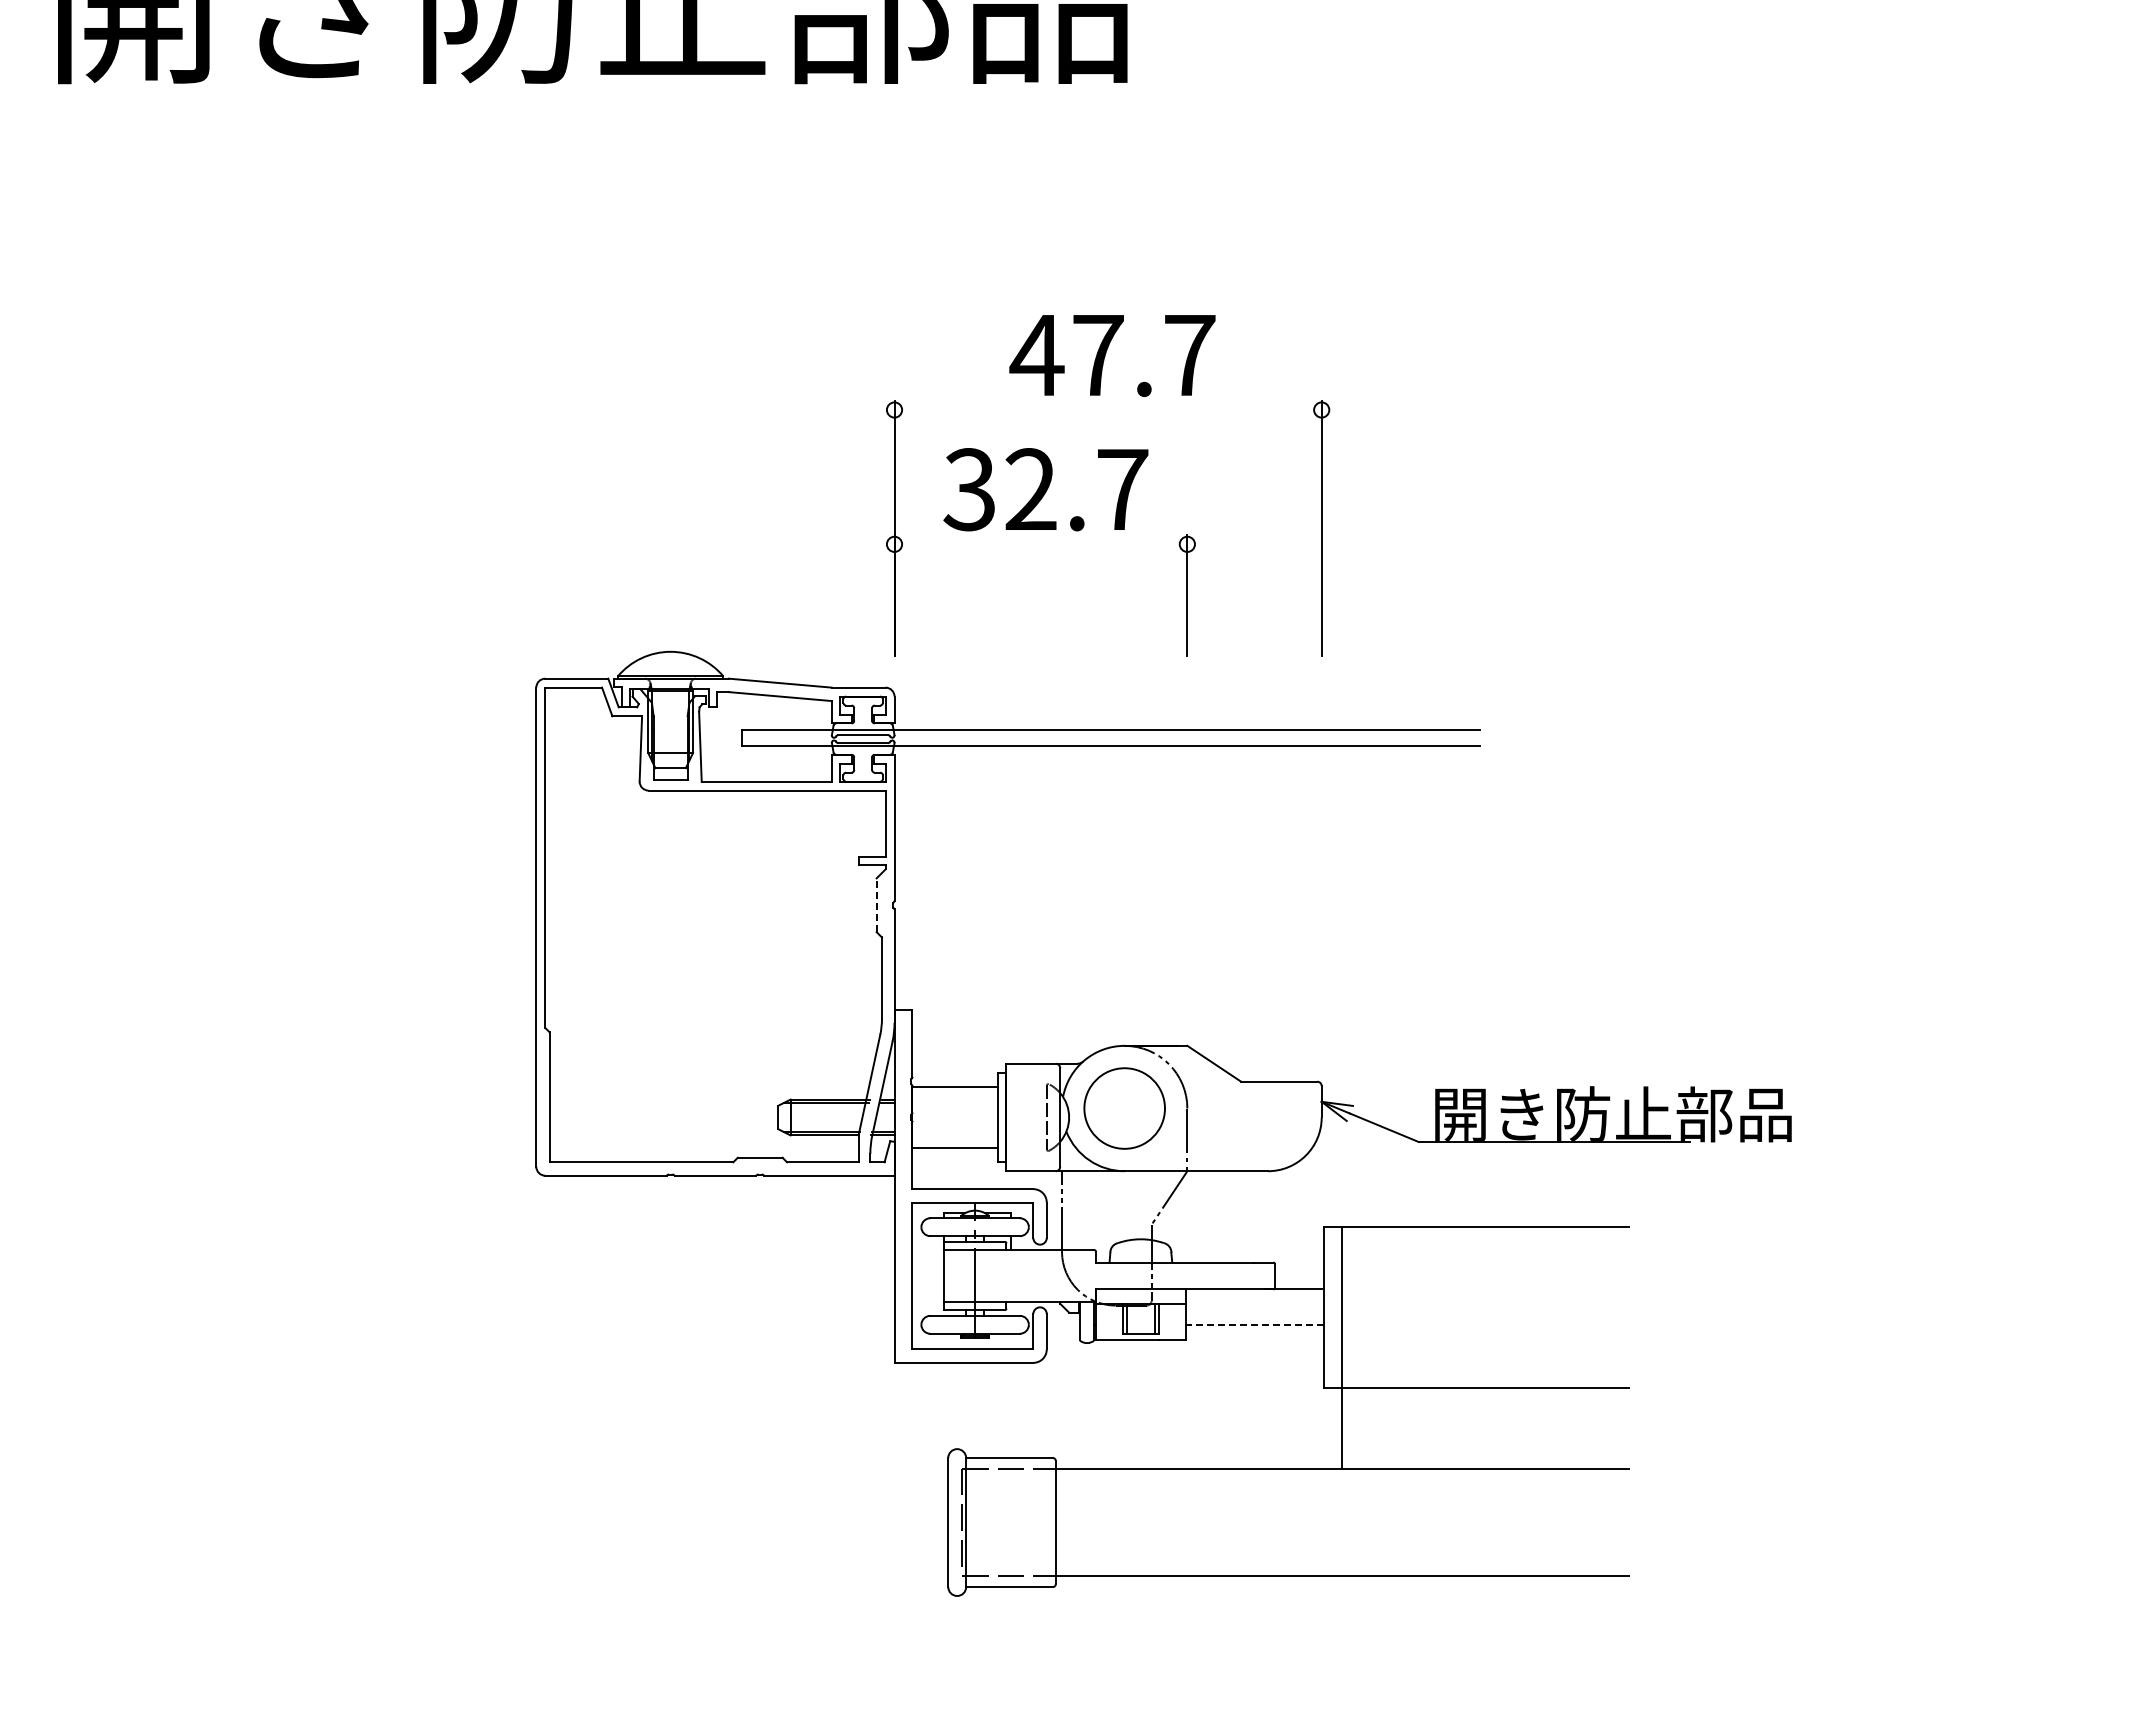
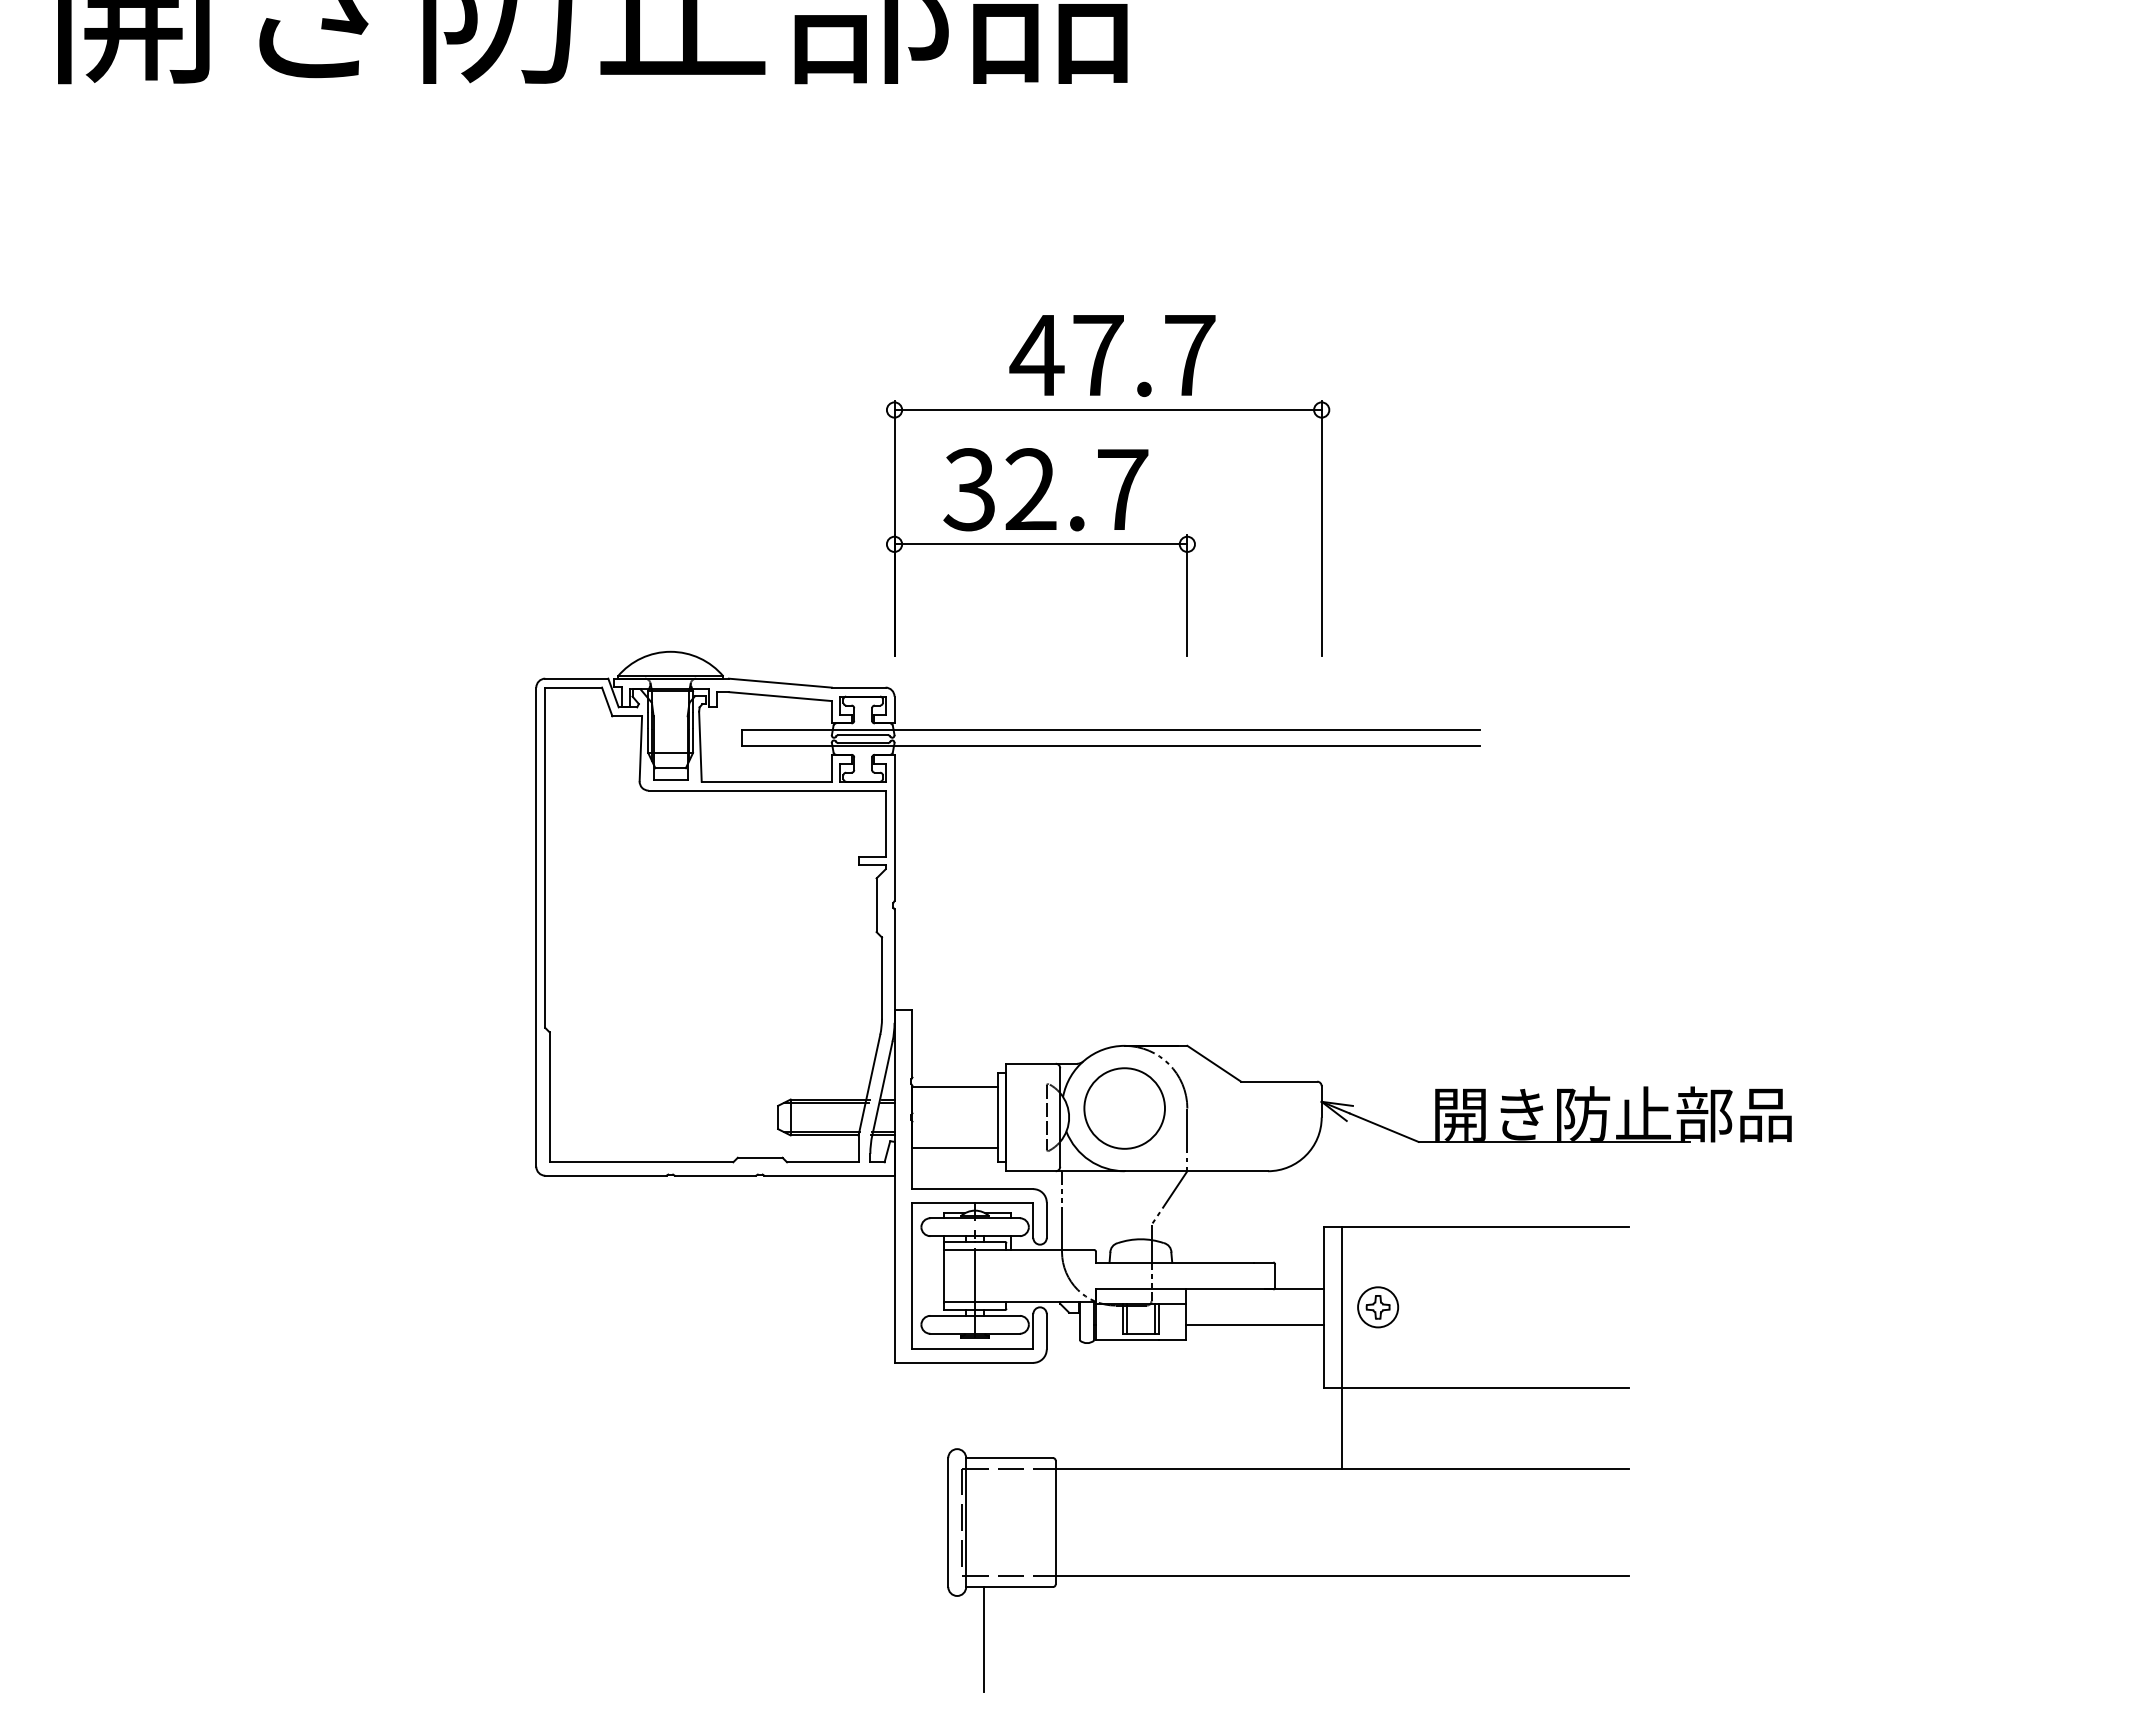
line at (1107, 410): none -> present
line at (1040, 544): none -> present
line at (876, 905): dashed -> solid
part at (1378, 1307): none -> present
line at (1254, 1325): dashed -> solid
line at (984, 1639): none -> present
